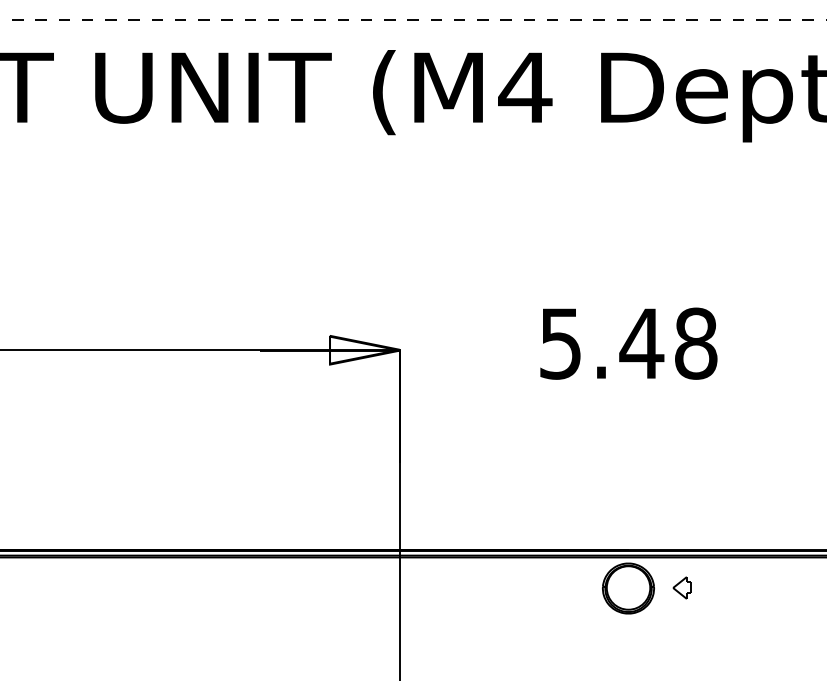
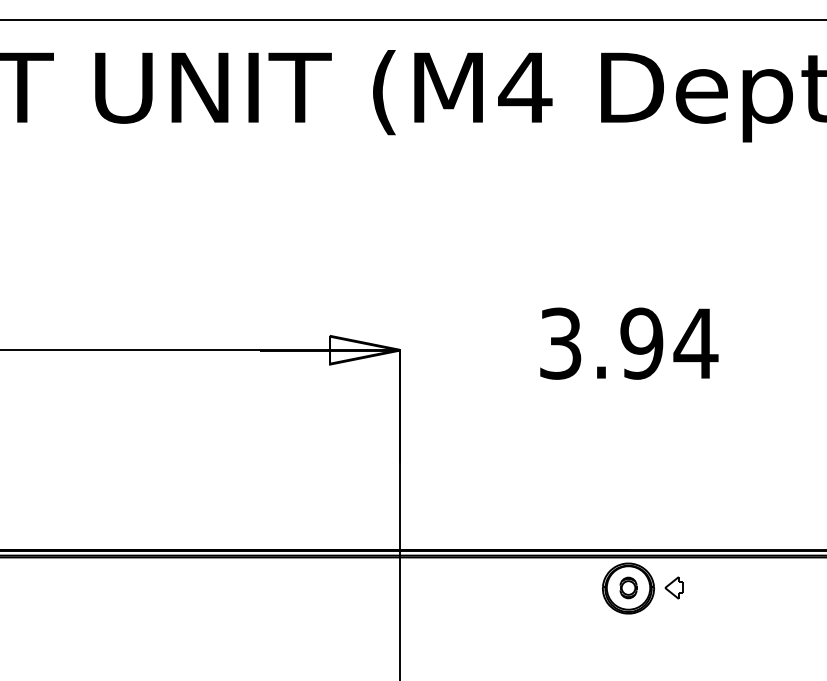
line at (413, 20): dashed -> solid
text at (629, 343): 5.48 -> 3.94
part at (628, 587): none -> present
part at (681, 587) position: (681, 587) -> (673, 587)
